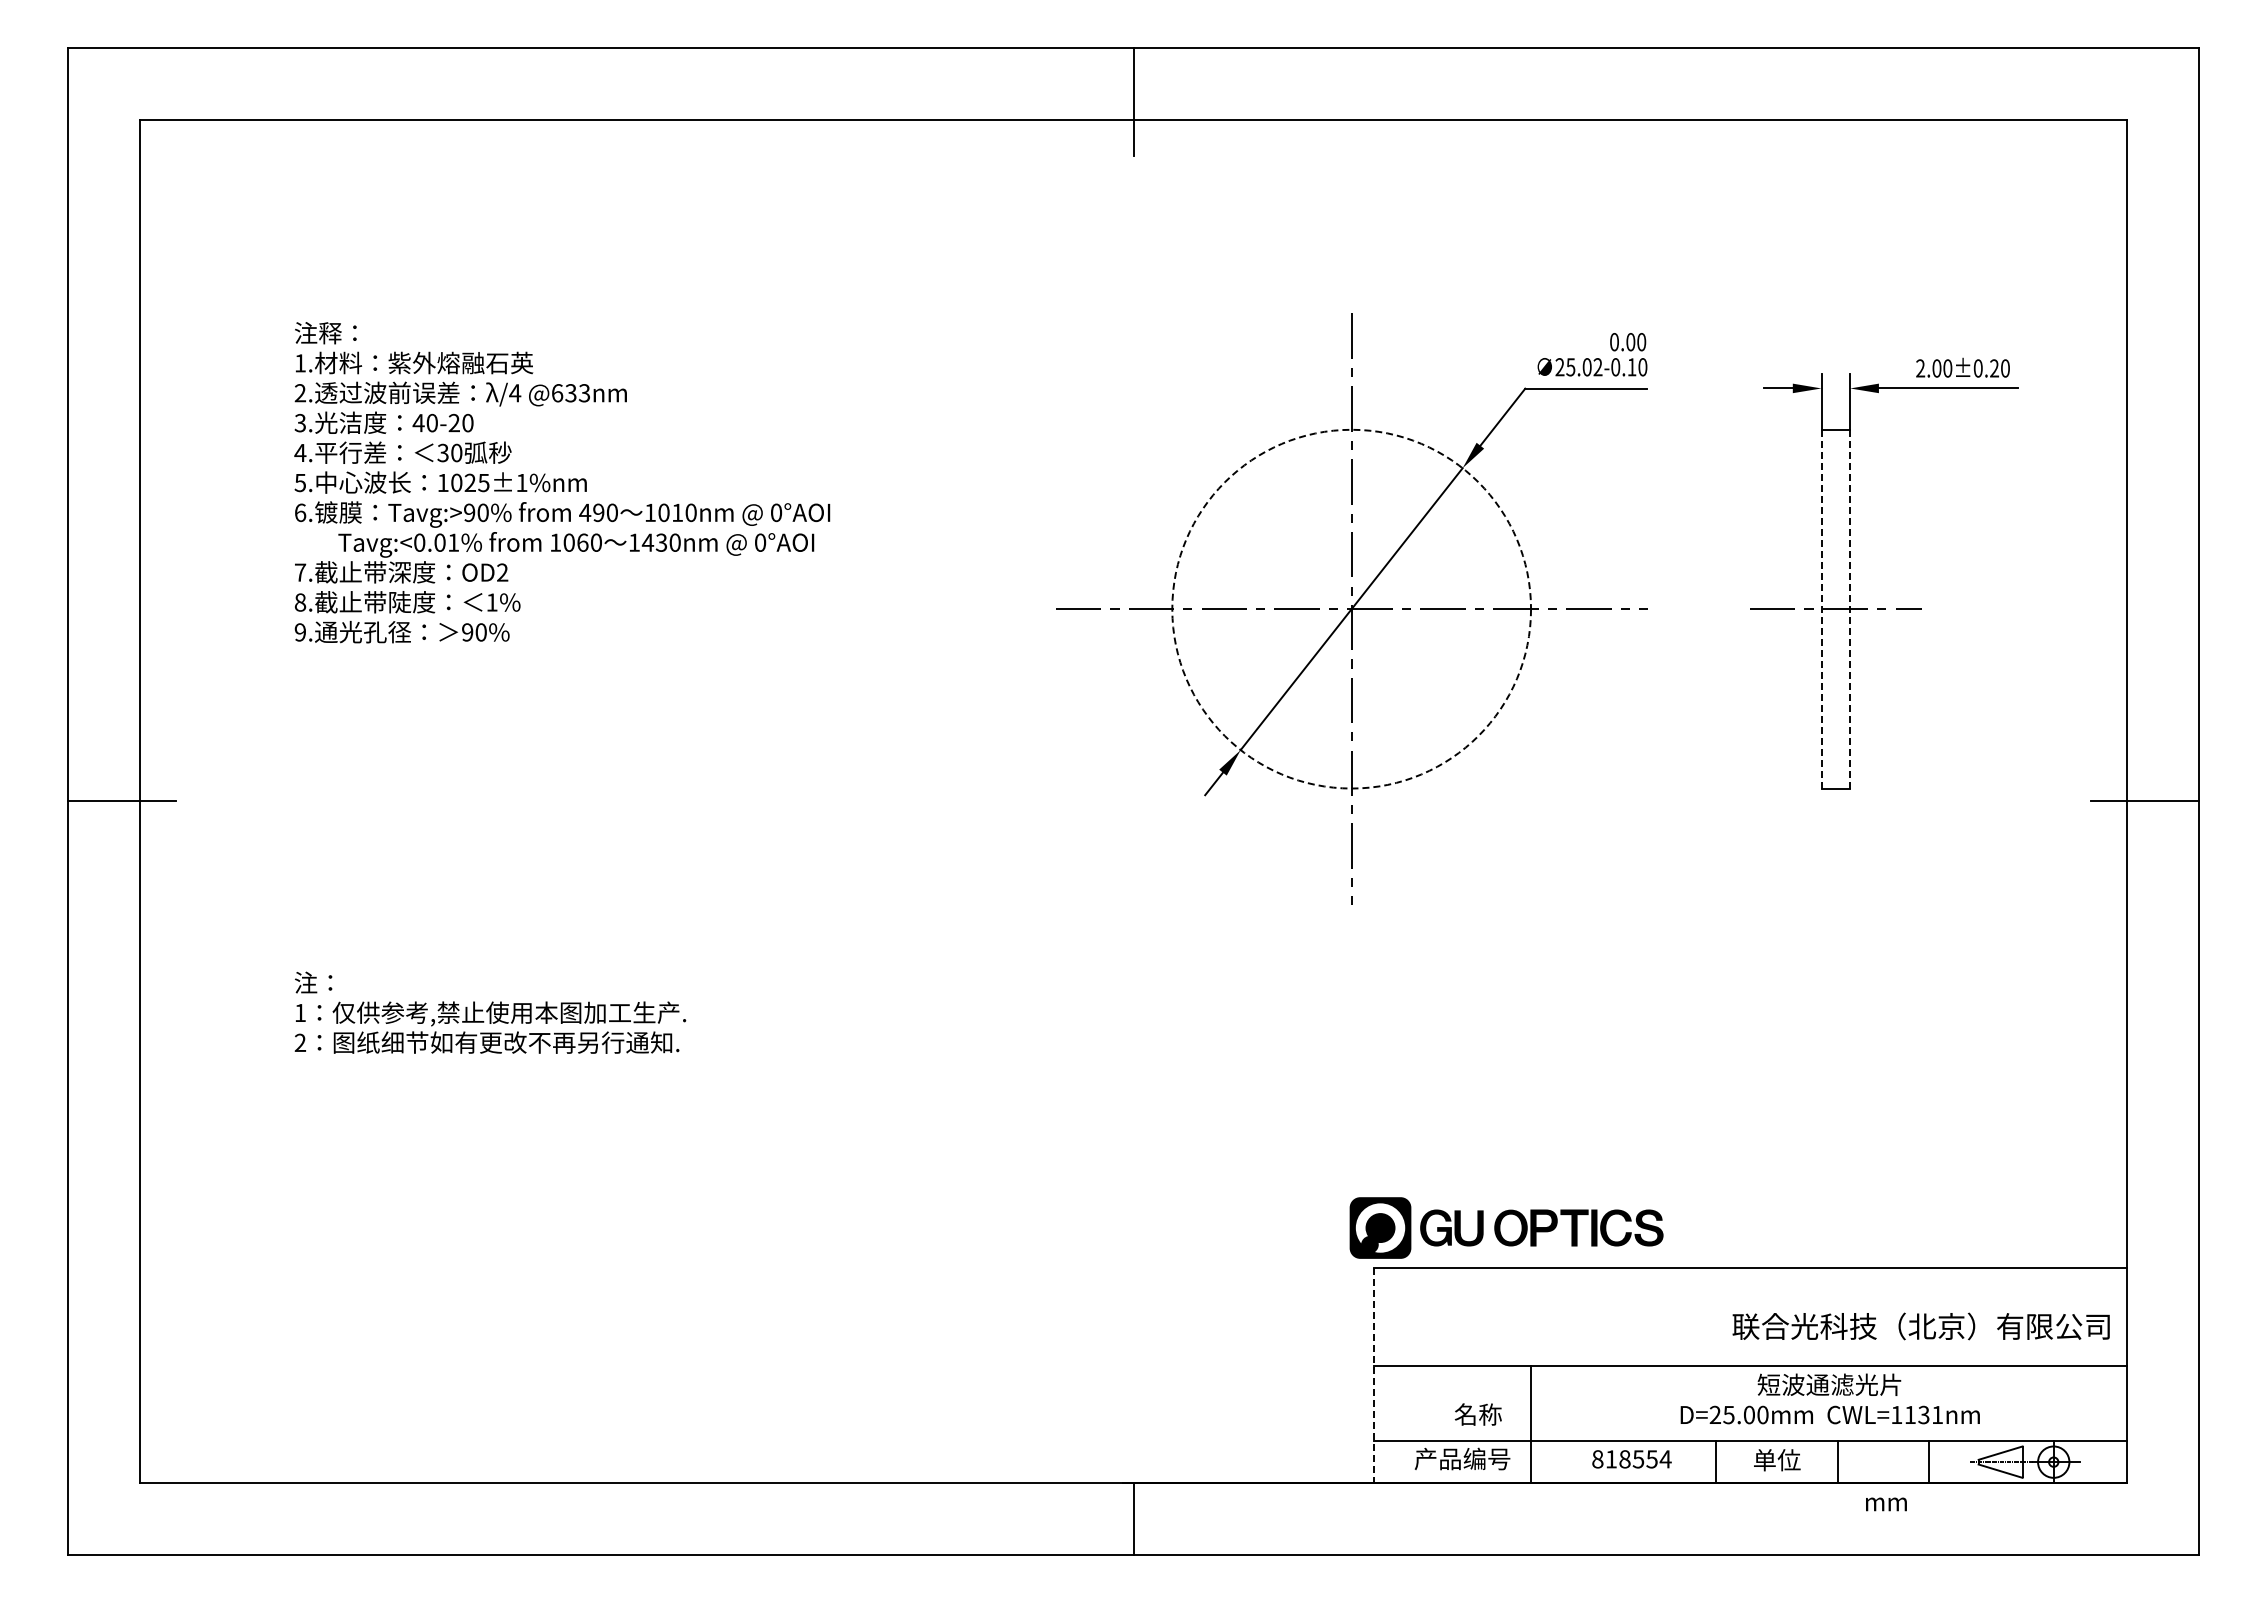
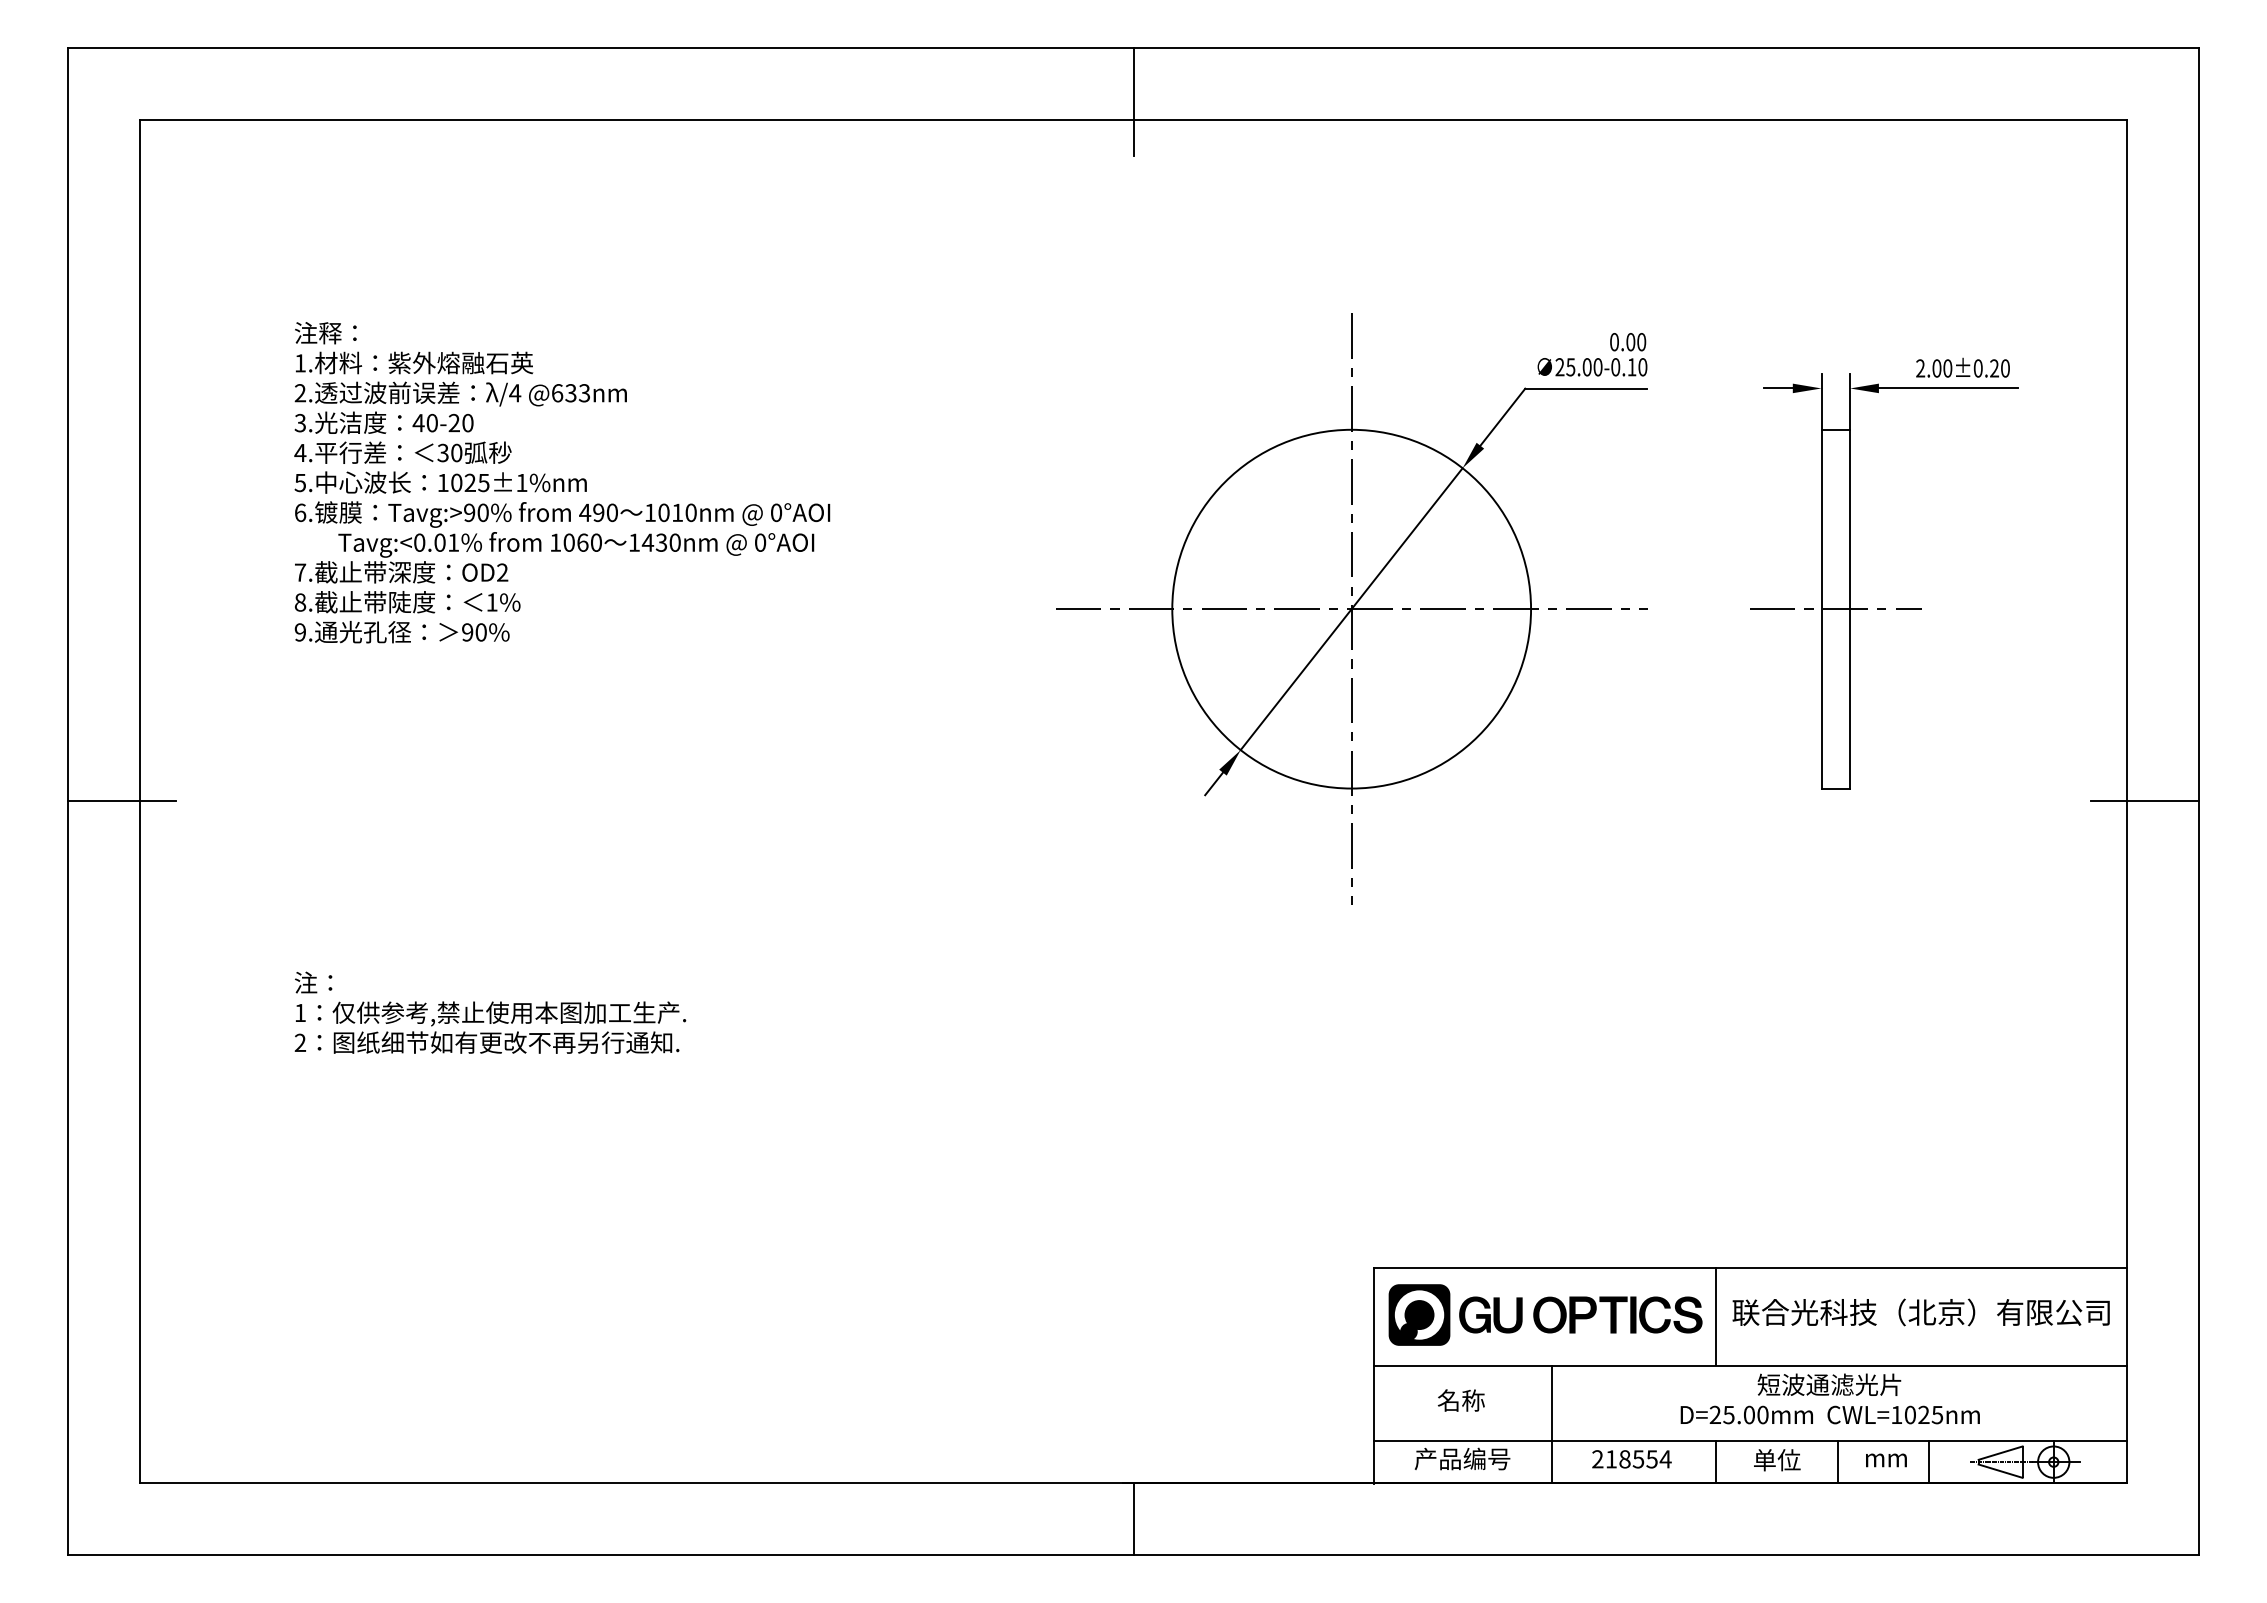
text at (1597, 367): 25.02 -> 25.00
circle at (1351, 608): dashed -> solid
line at (1821, 609): dashed -> solid
line at (1850, 609): dashed -> solid
part at (1506, 1227) position: (1506, 1227) -> (1545, 1314)
line at (1715, 1316): none -> present
text at (1920, 1326) position: (1920, 1326) -> (1920, 1312)
line at (1373, 1375): dashed -> solid
text at (1477, 1414) position: (1477, 1414) -> (1460, 1400)
text at (1924, 1414): CWL=1131nm -> CWL=1025nm
line at (1530, 1424) position: (1530, 1424) -> (1551, 1424)
text at (1597, 1459): 818554 -> 218554
text at (1886, 1504) position: (1886, 1504) -> (1886, 1460)
